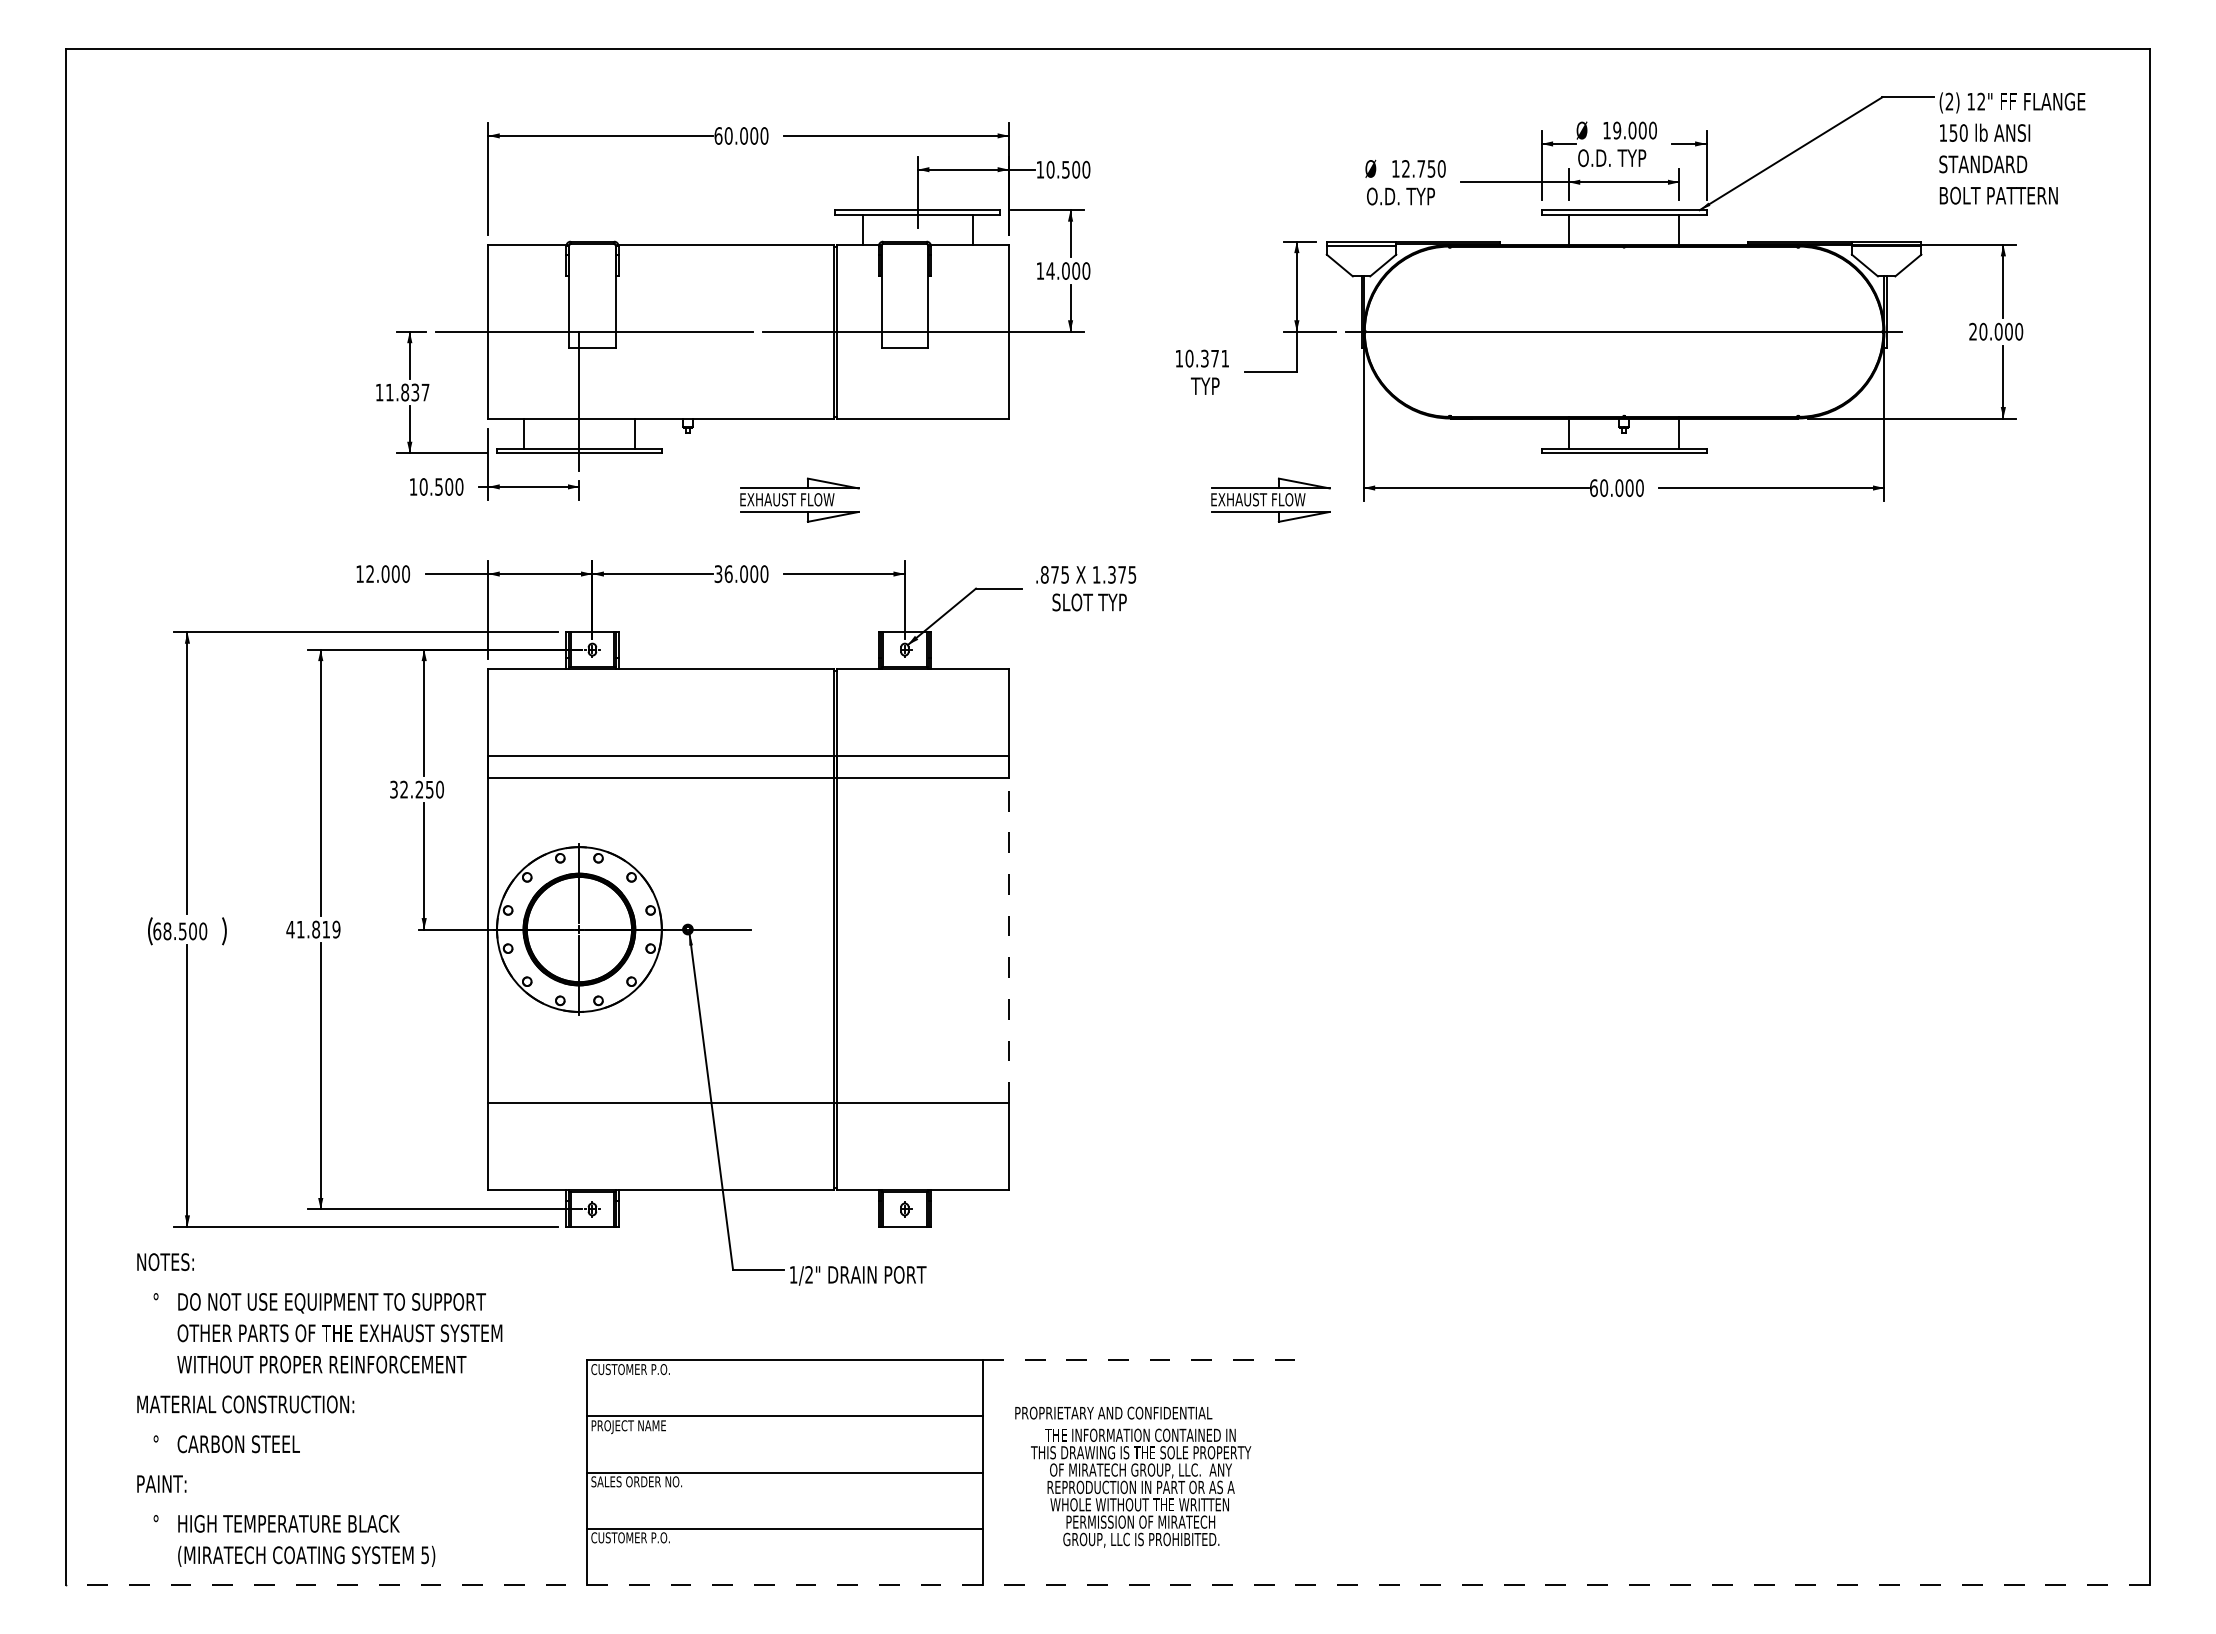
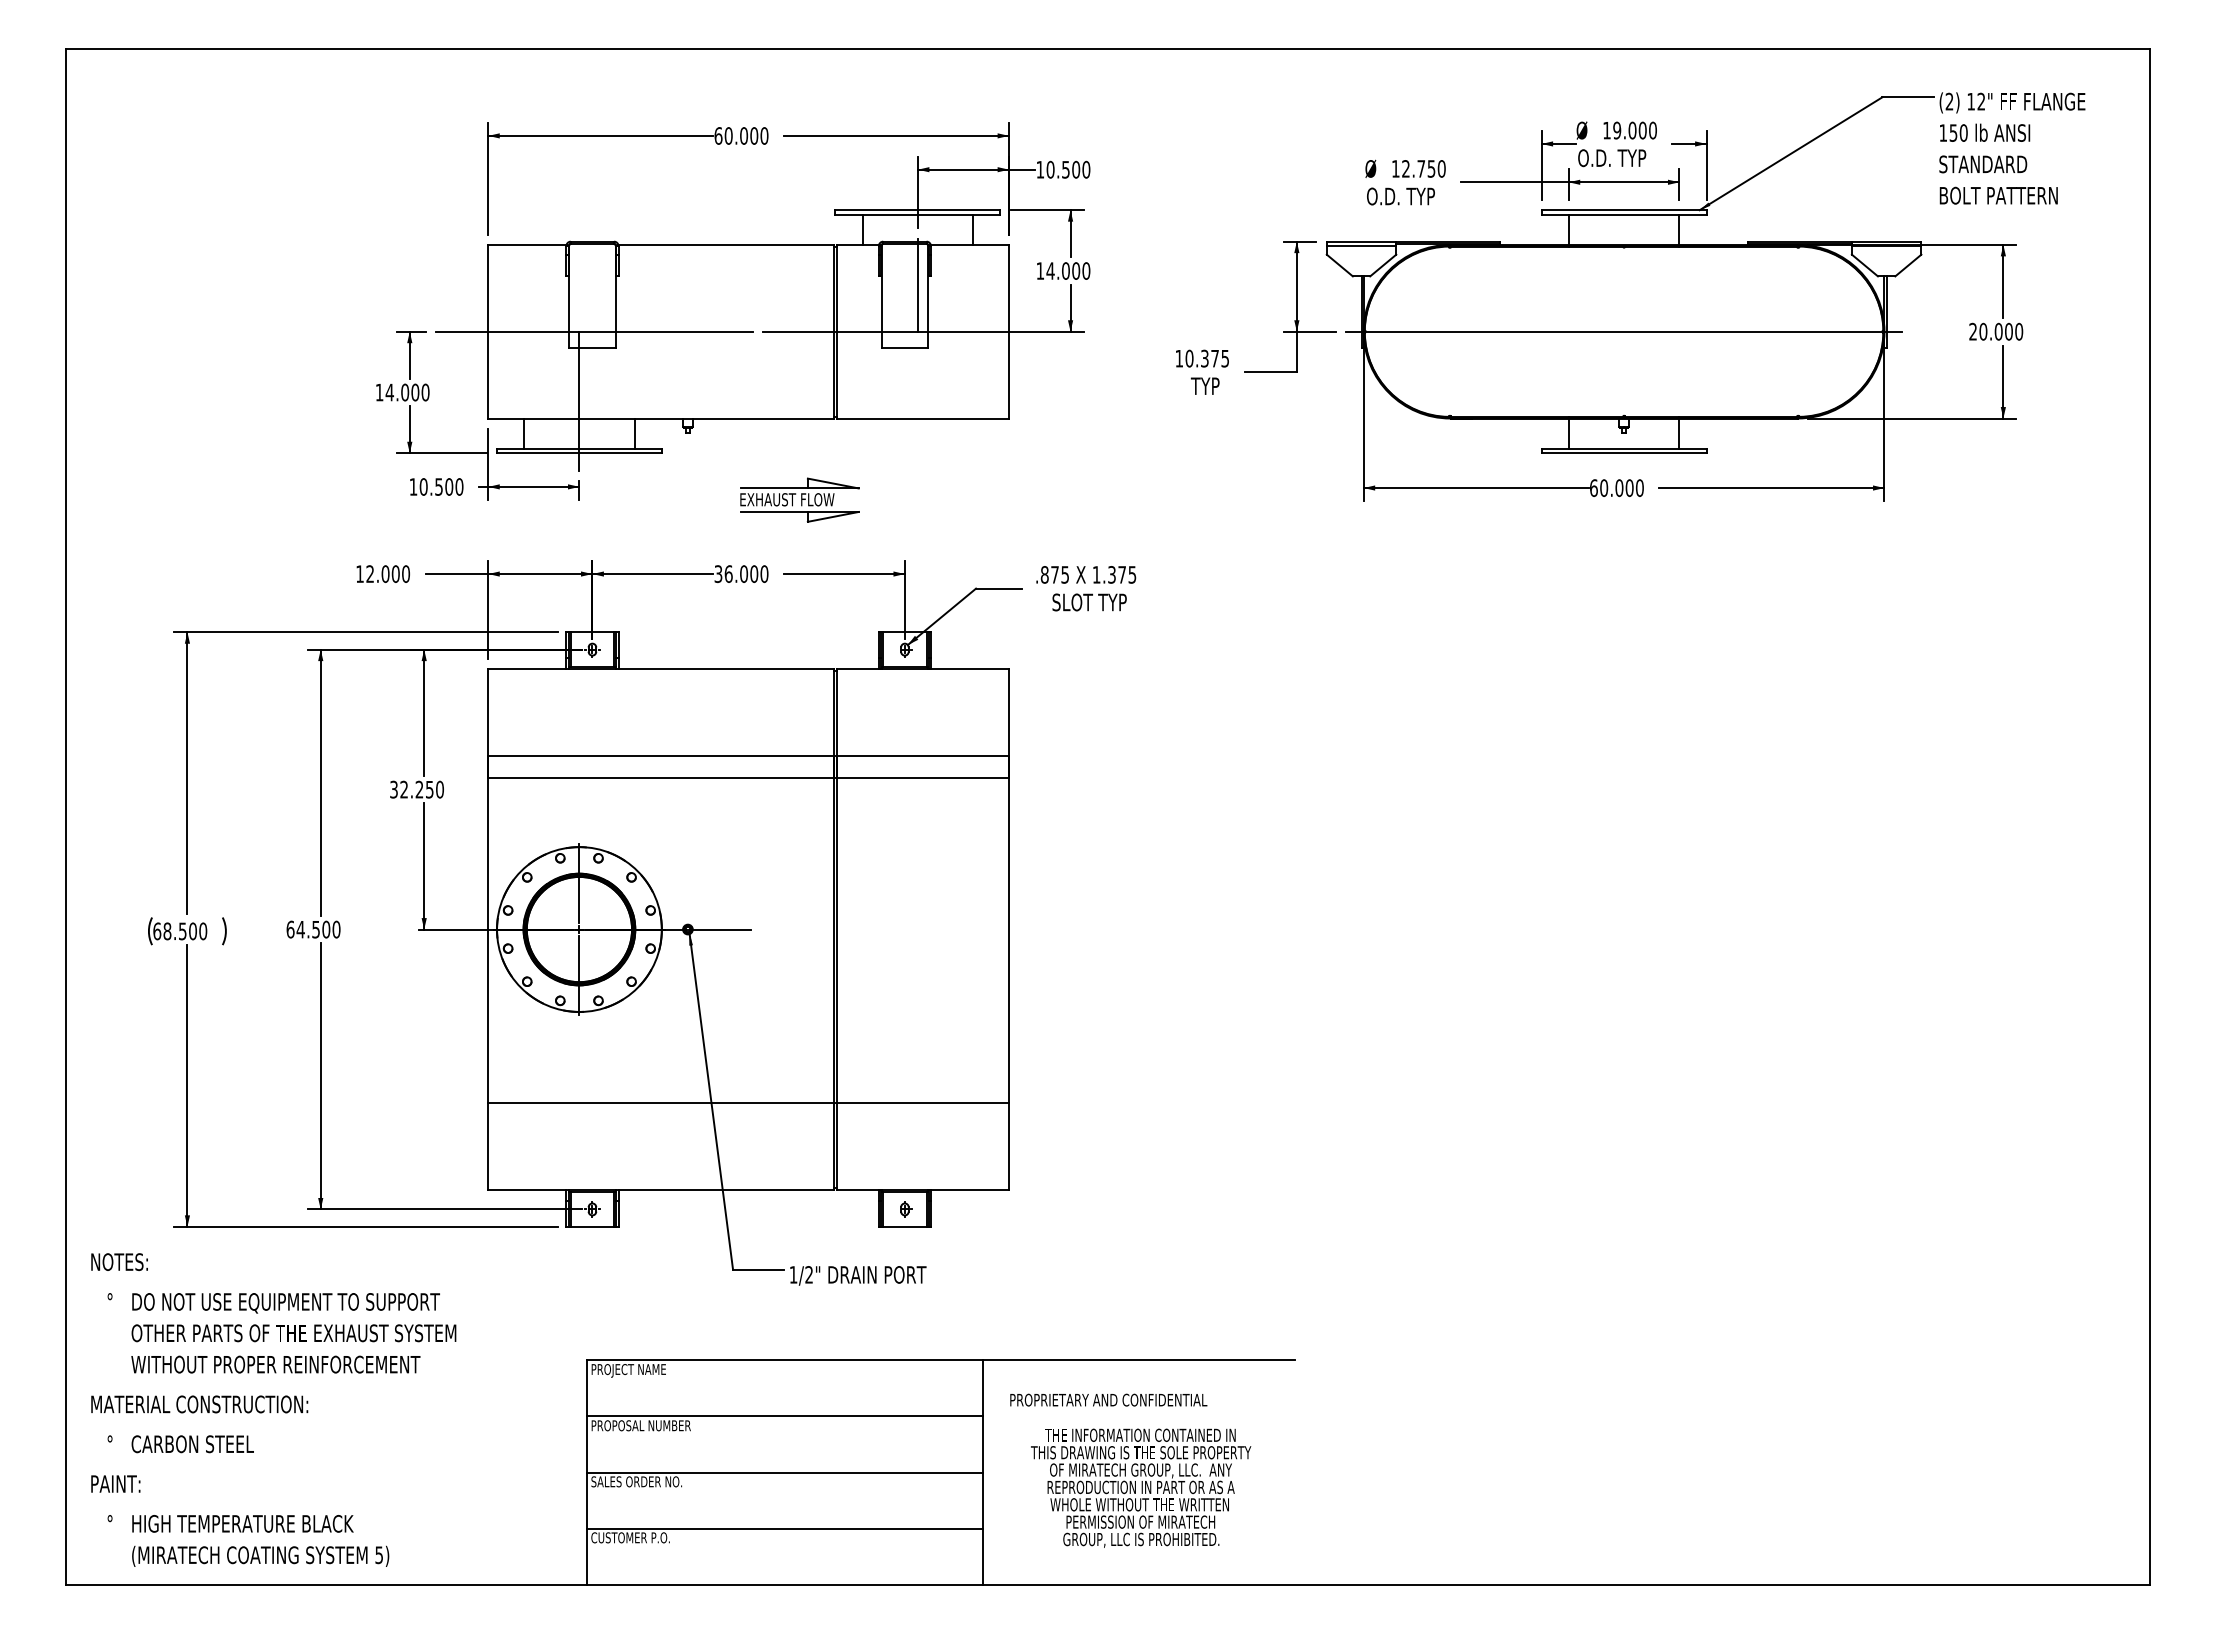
line at (917, 284): none -> present
text at (1224, 358): 10.371 -> 10.375
text at (407, 392): 11.837 -> 14.000
part at (1270, 499): present -> none
text at (313, 929): 41.819 -> 64.500
line at (1009, 929): dashed -> solid
line at (1138, 1360): dashed -> solid
text at (630, 1370): CUSTOMER P.O. -> PROJECT NAME
text at (319, 1409) position: (319, 1409) -> (273, 1409)
text at (1113, 1412) position: (1113, 1412) -> (1108, 1399)
text at (650, 1427): PROJECT NAME -> PROPOSAL NUMBER
line at (1107, 1585): dashed -> solid
